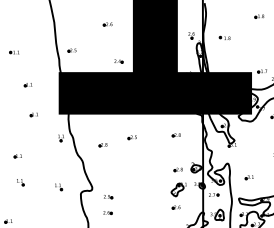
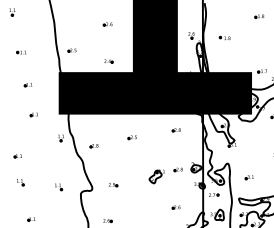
part at (12, 12): none -> present
part at (14, 52) position: (14, 52) -> (21, 52)
part at (118, 61) position: (118, 61) -> (108, 61)
part at (175, 135) position: (175, 135) -> (175, 130)
part at (102, 145) position: (102, 145) -> (93, 146)
part at (178, 189) position: (178, 189) -> (156, 176)
part at (108, 197) position: (108, 197) -> (113, 185)
part at (107, 213) position: (107, 213) -> (107, 221)
part at (8, 221) position: (8, 221) -> (31, 219)
